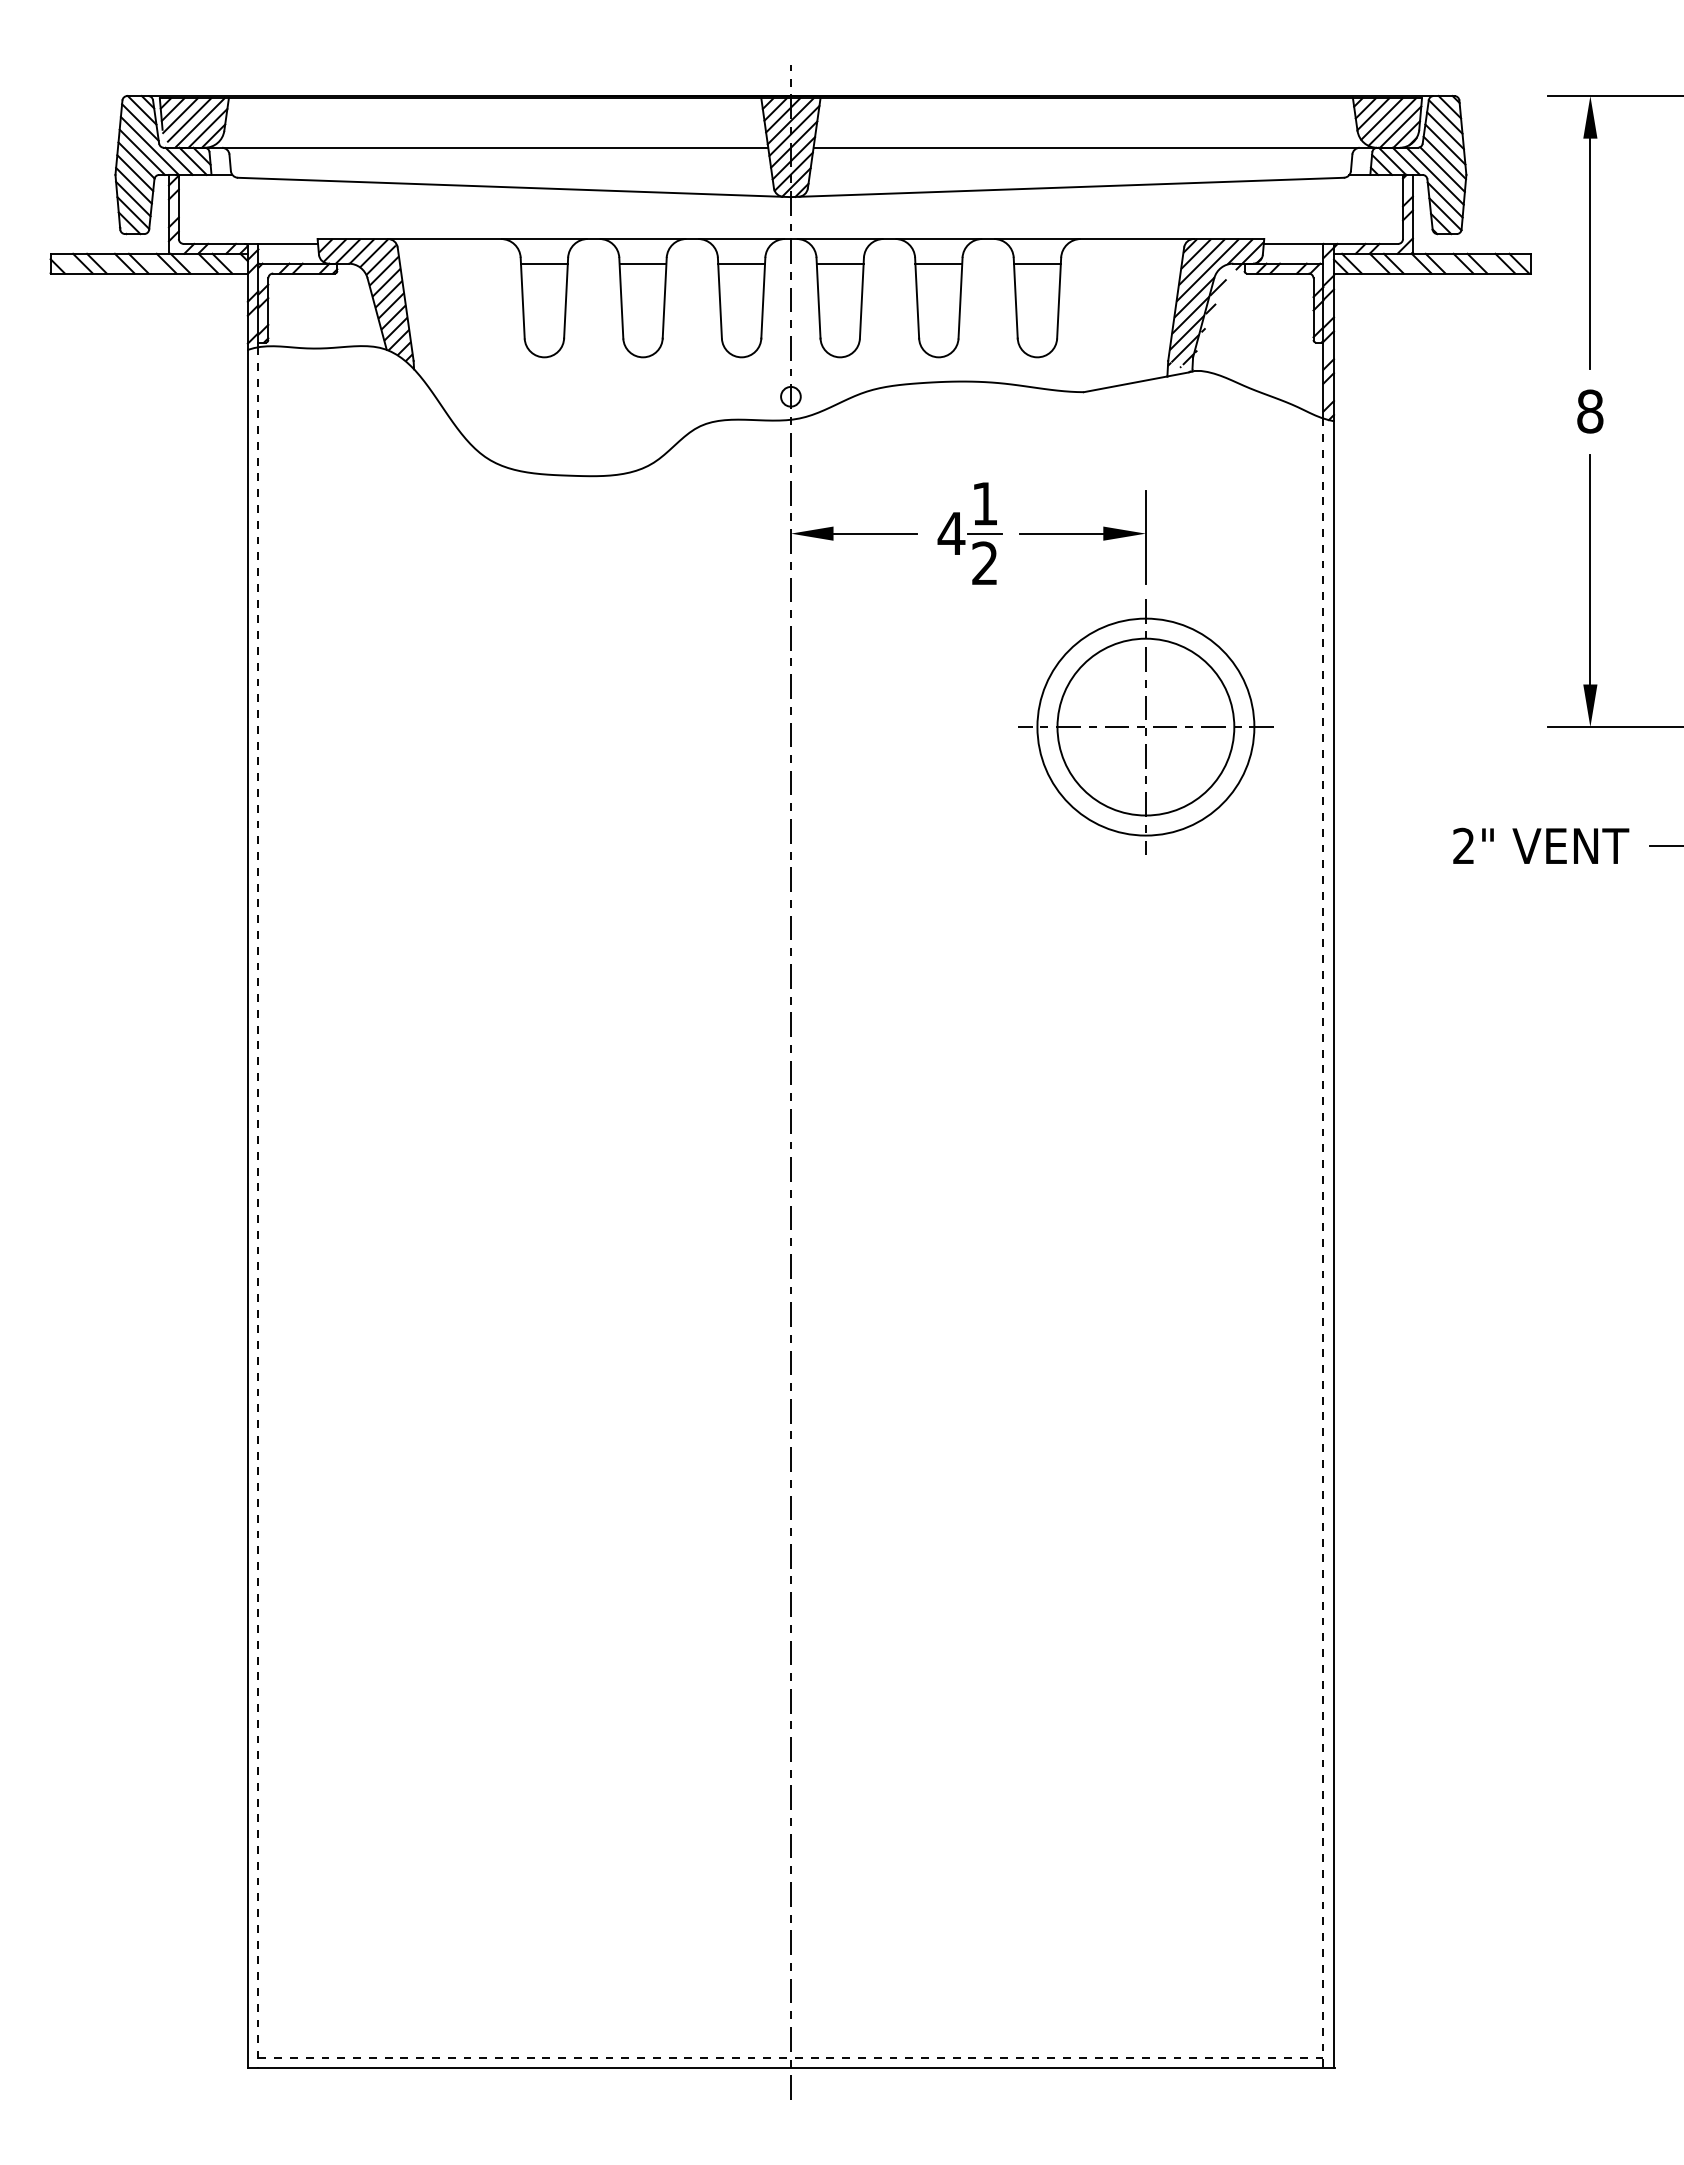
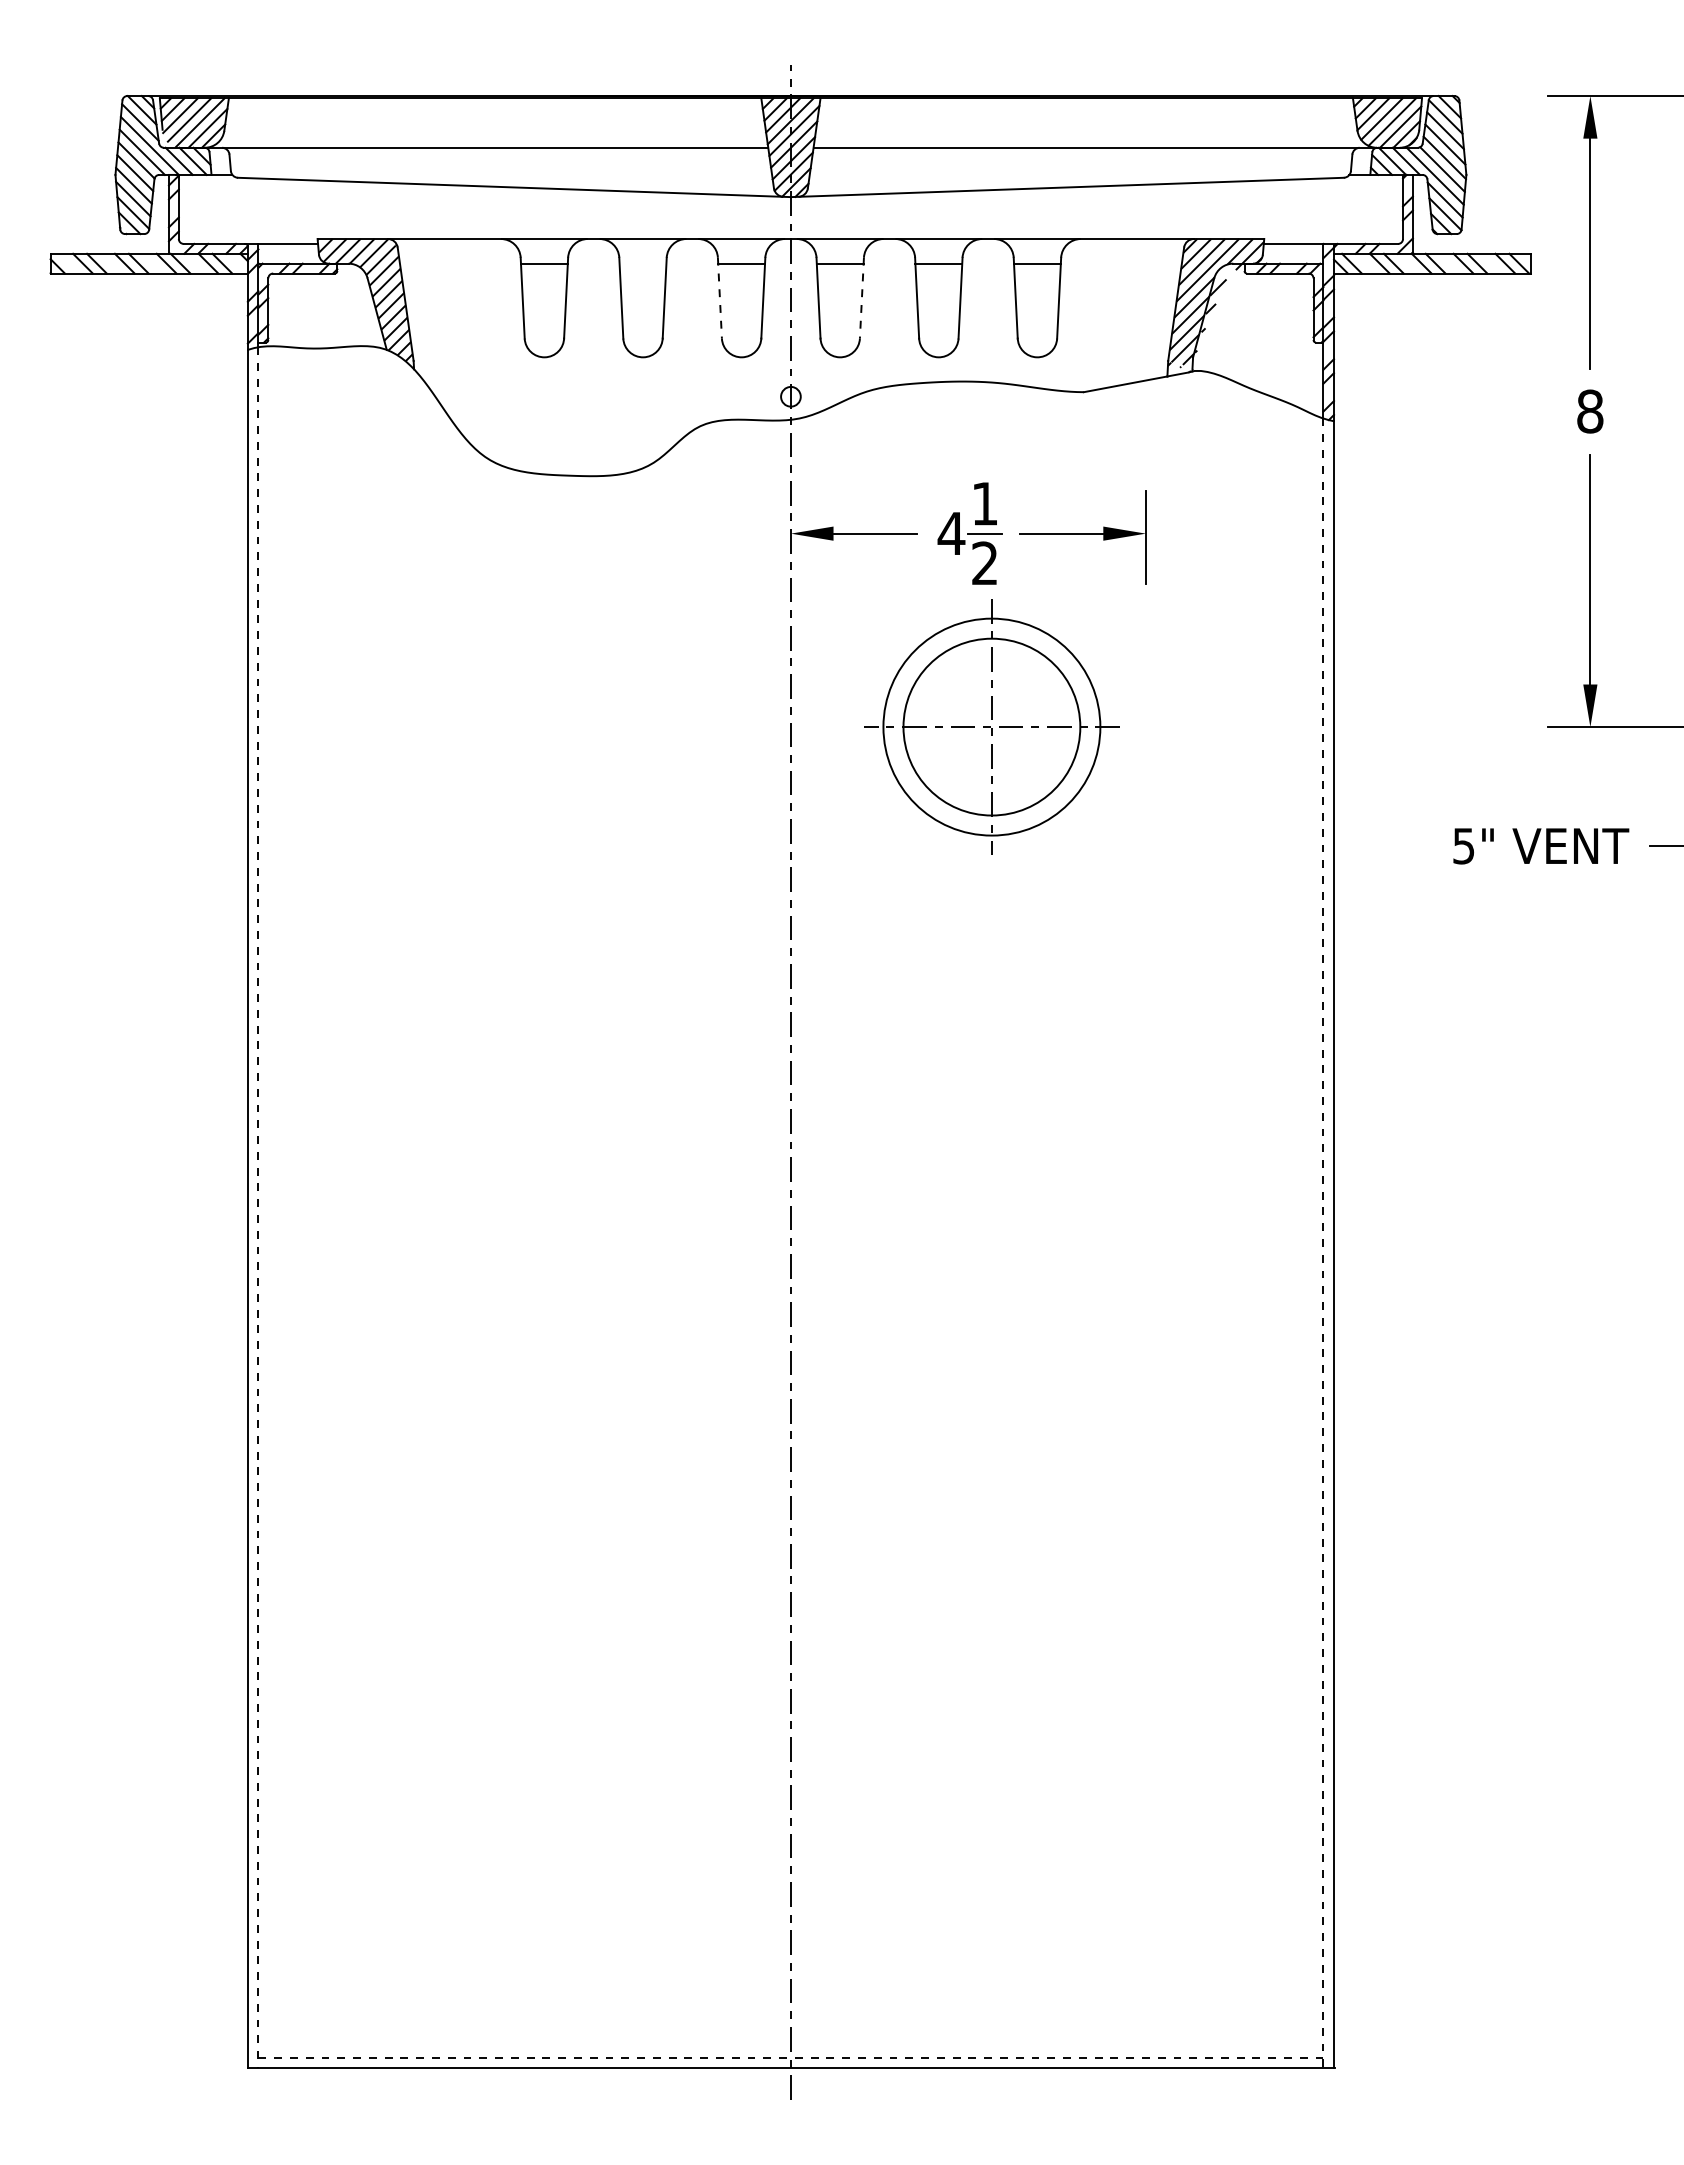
line at (642, 263): present -> none
line at (719, 298): solid -> dashed
line at (861, 298): solid -> dashed
part at (1145, 726) position: (1145, 726) -> (991, 726)
text at (1463, 845): 2" -> 5"
